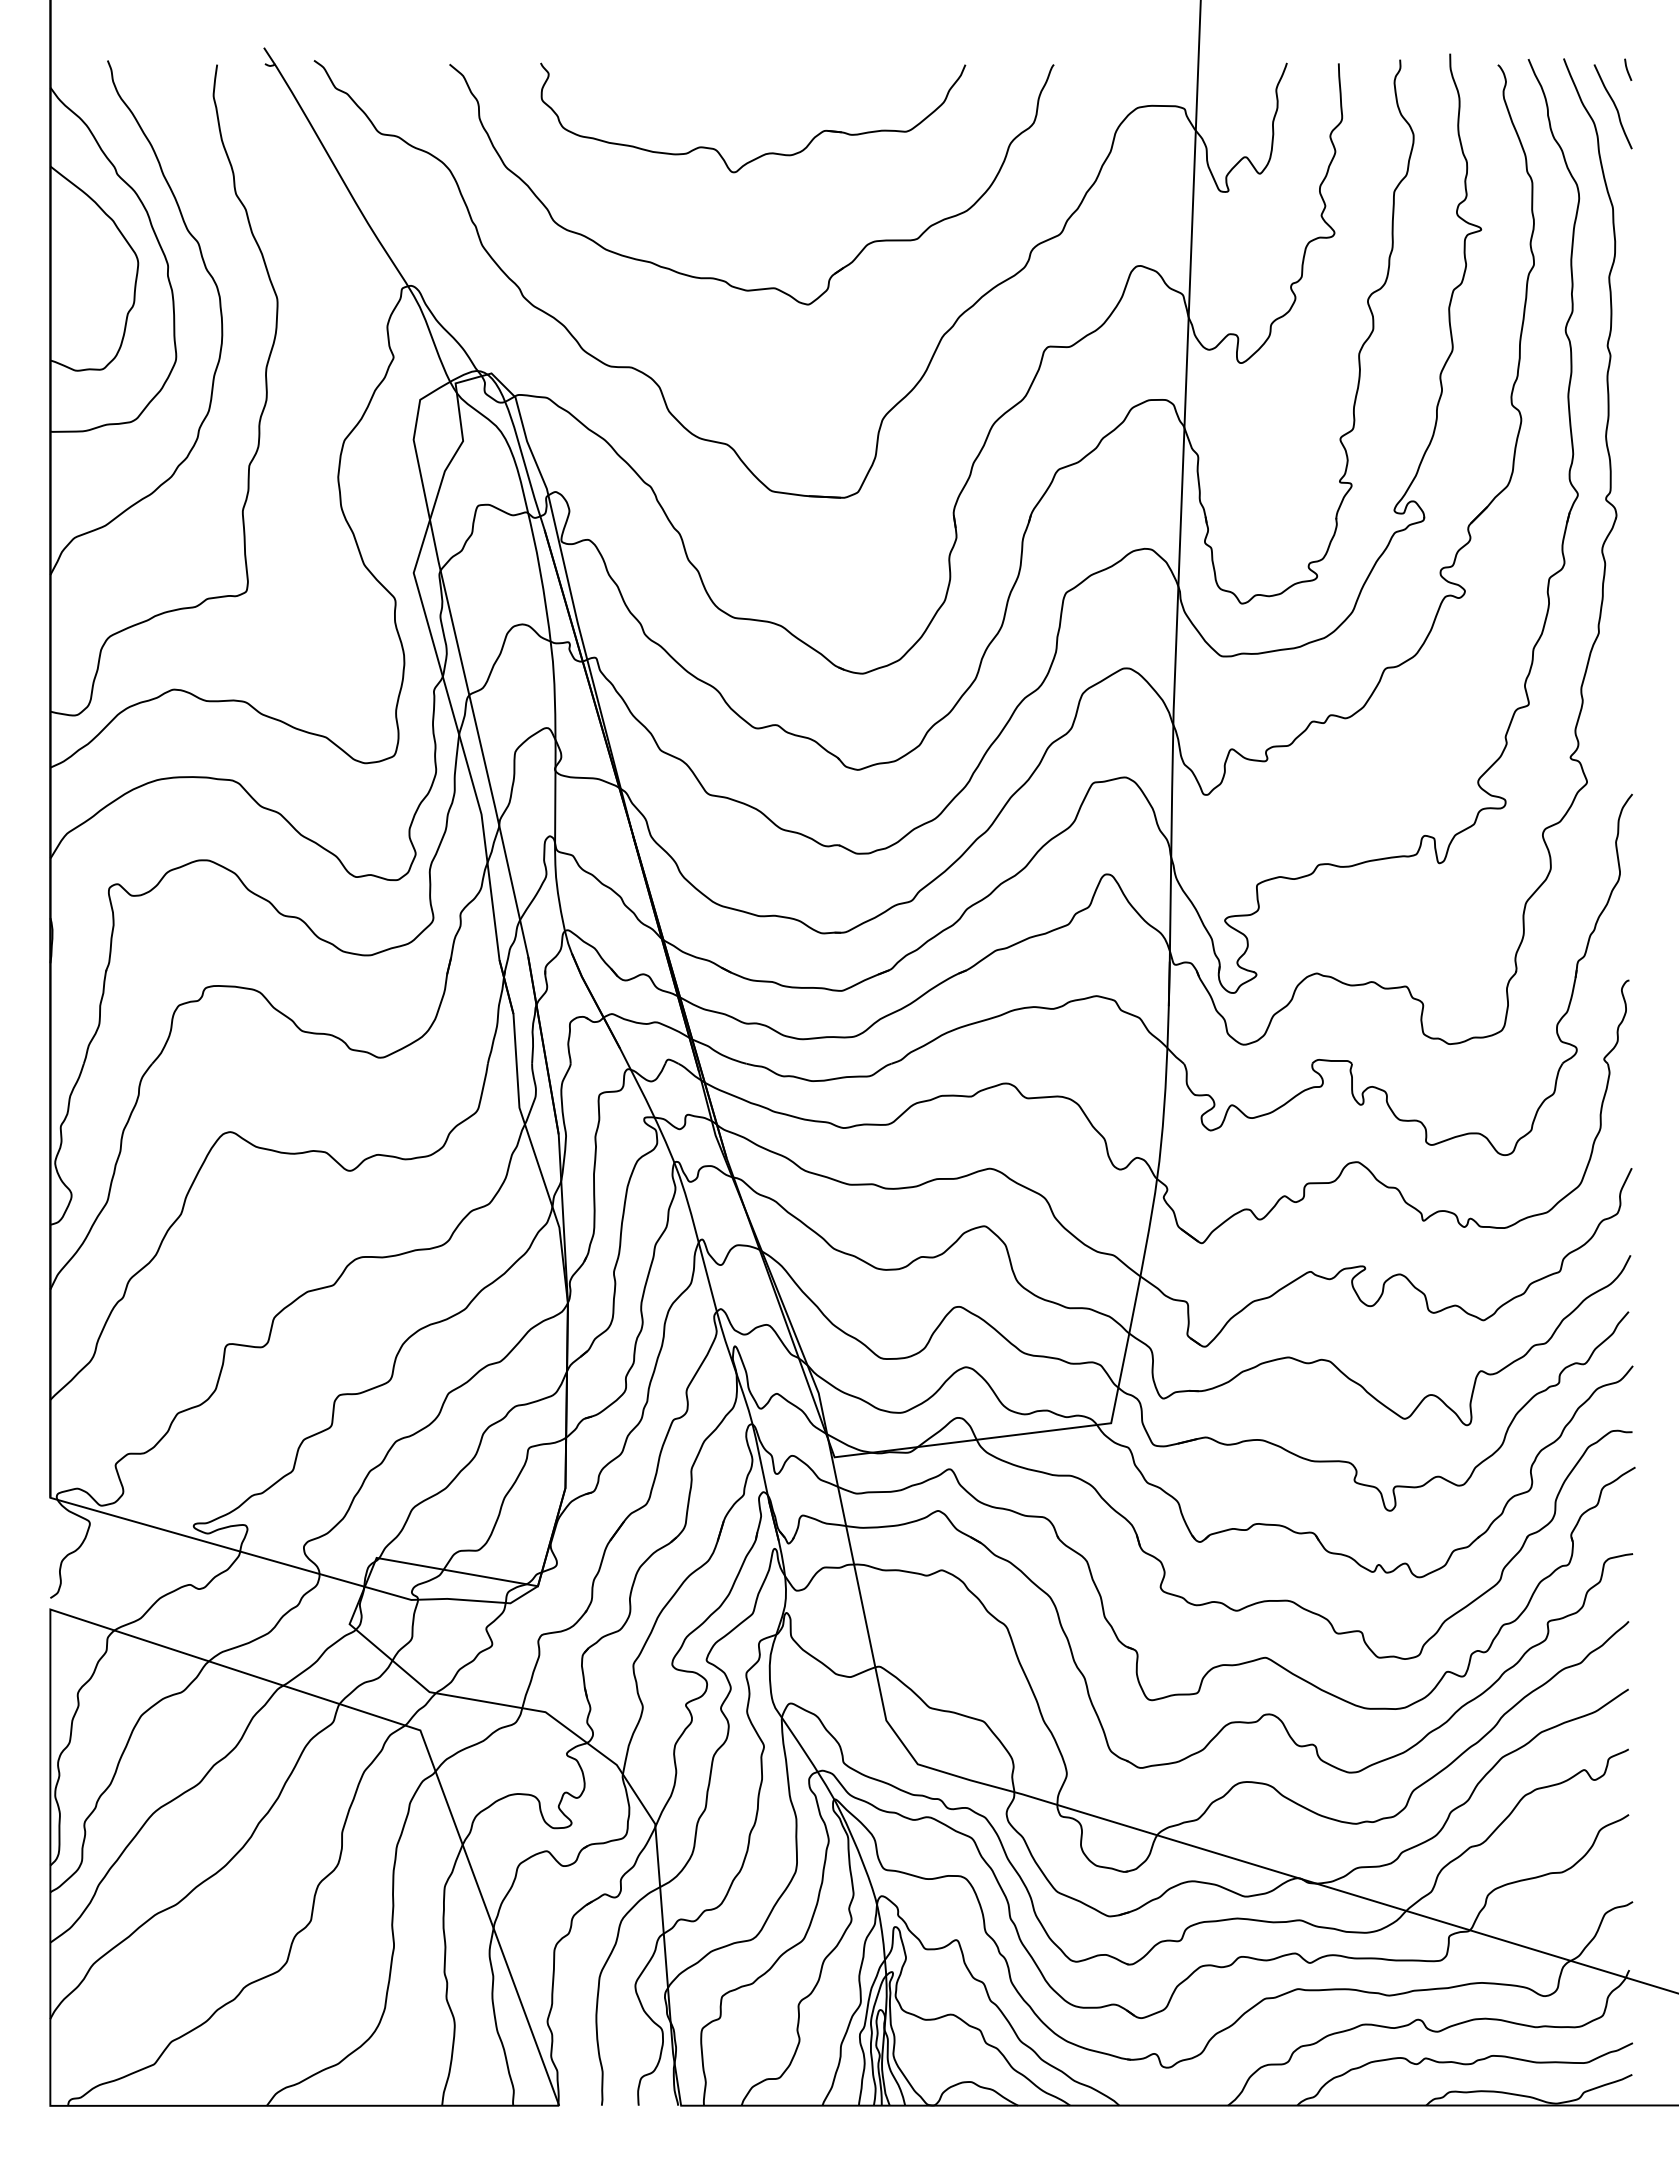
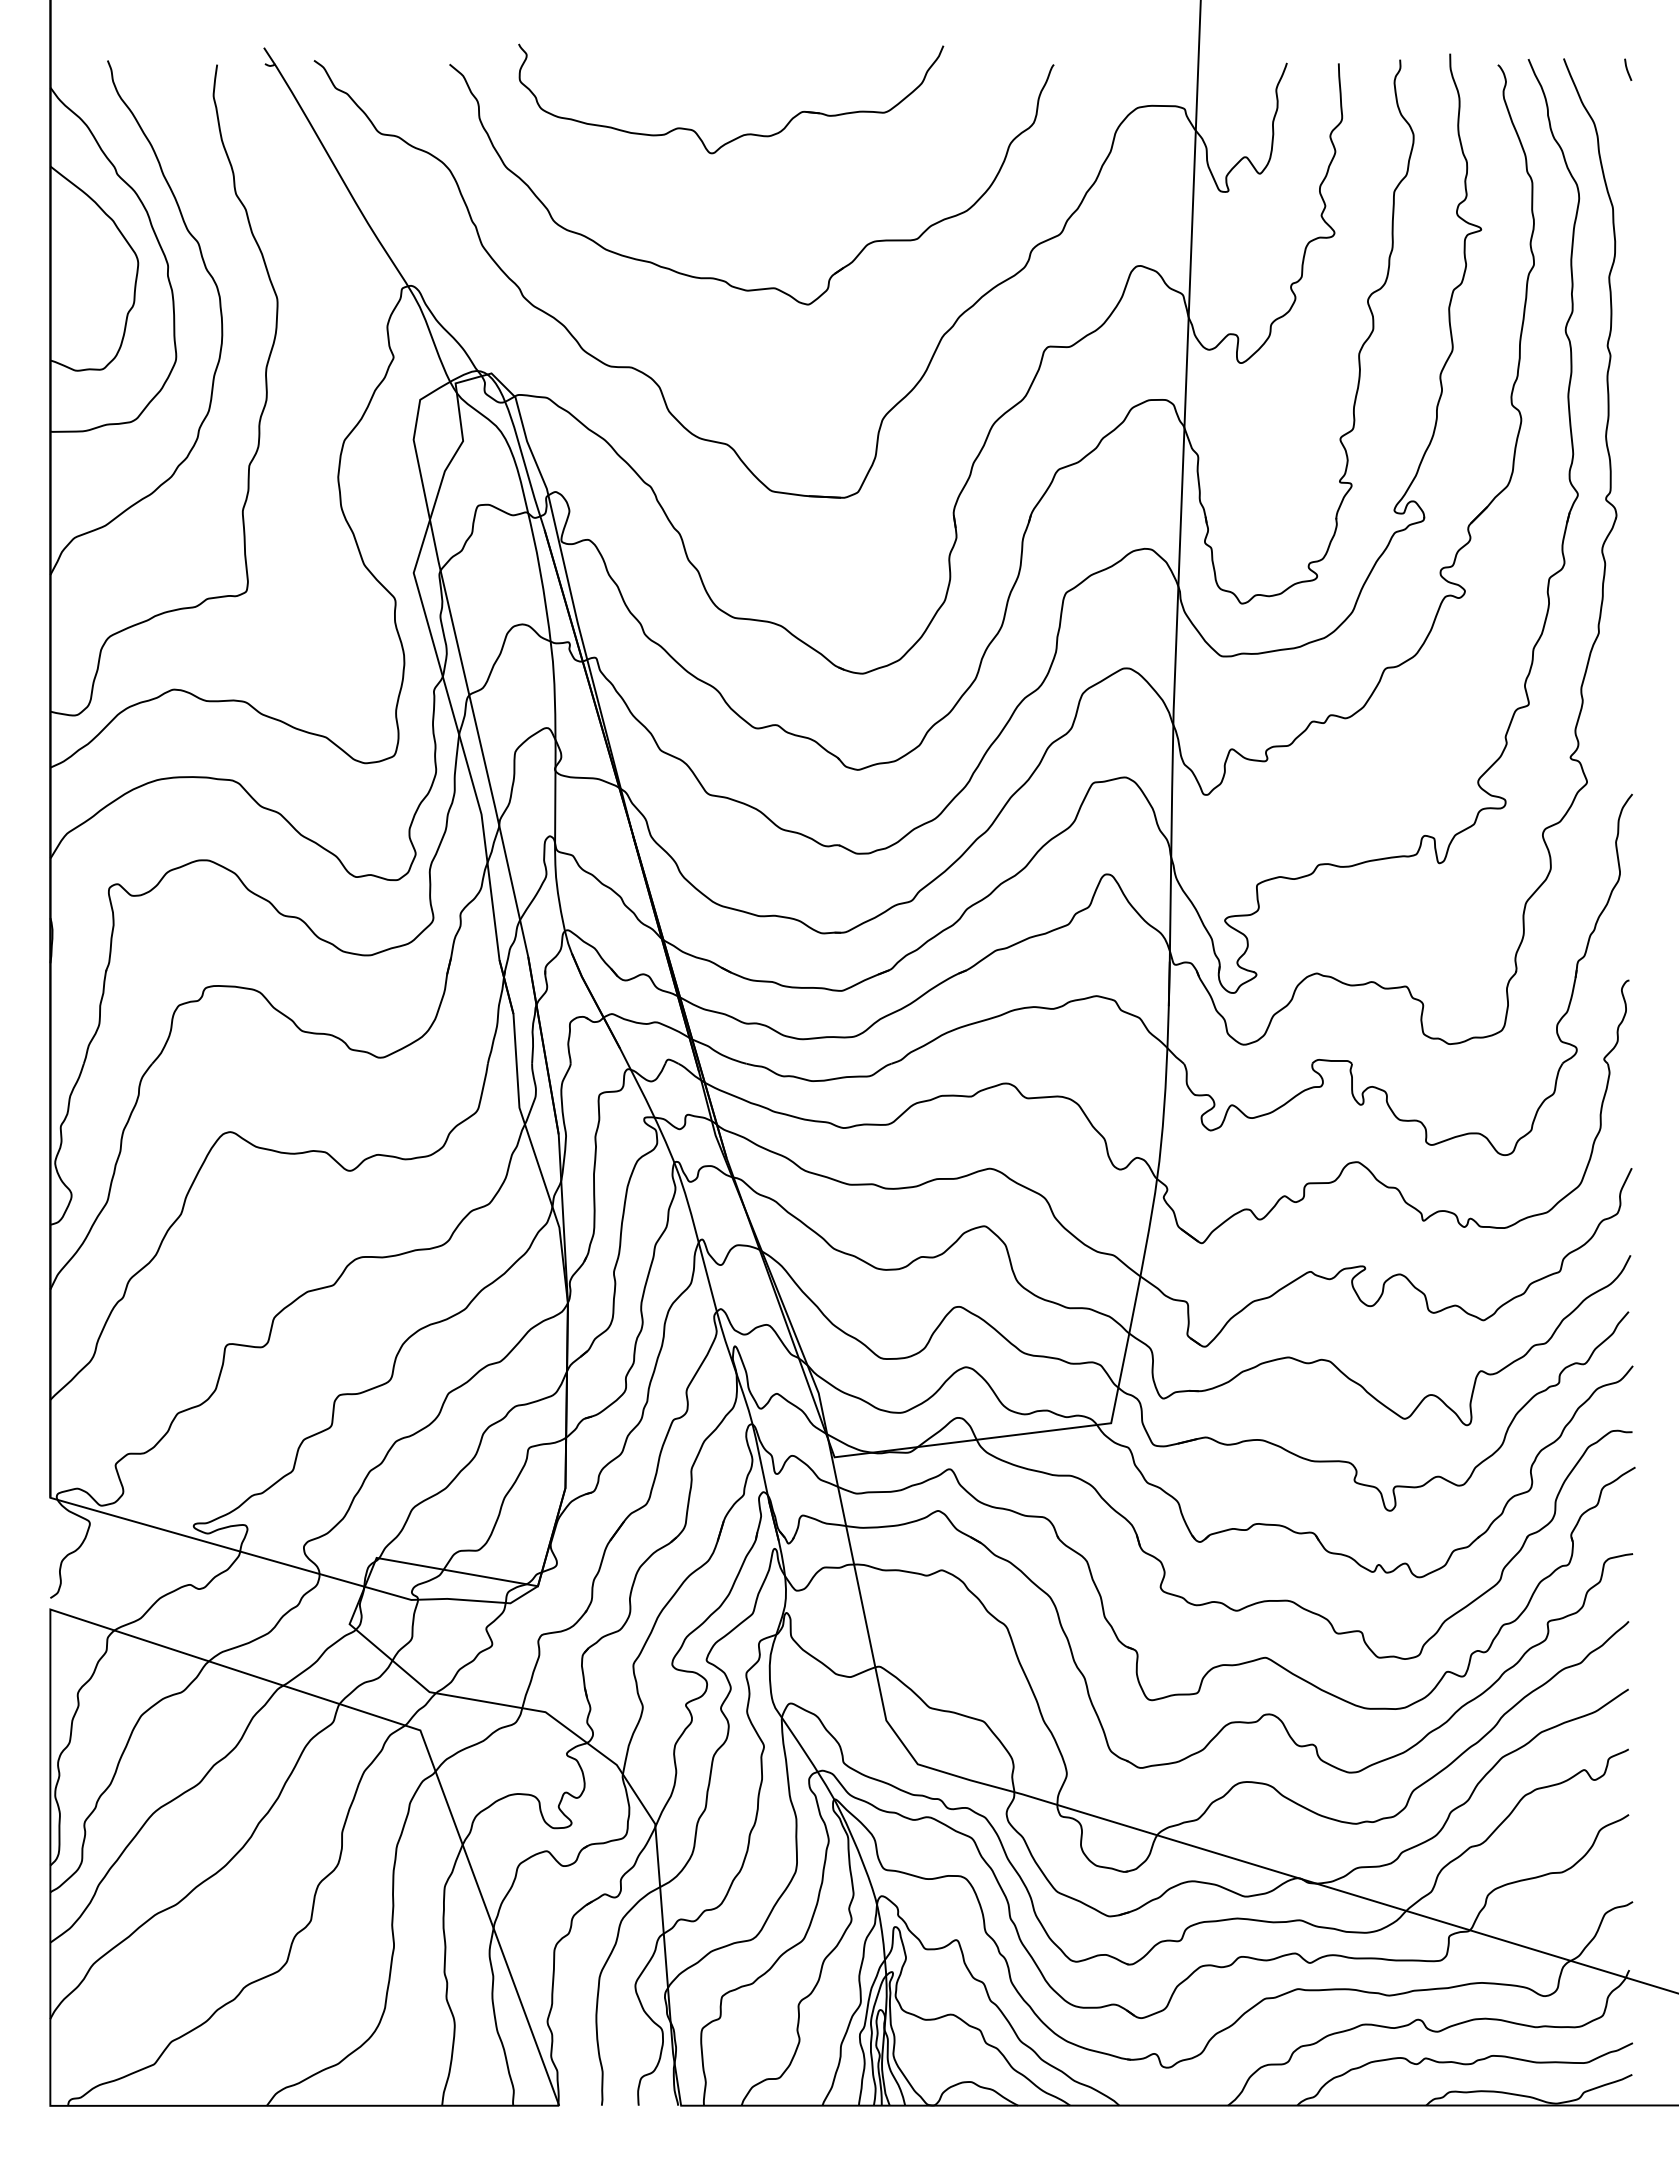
curve at (1614, 106): present -> none
part at (764, 153) position: (764, 153) -> (742, 134)
